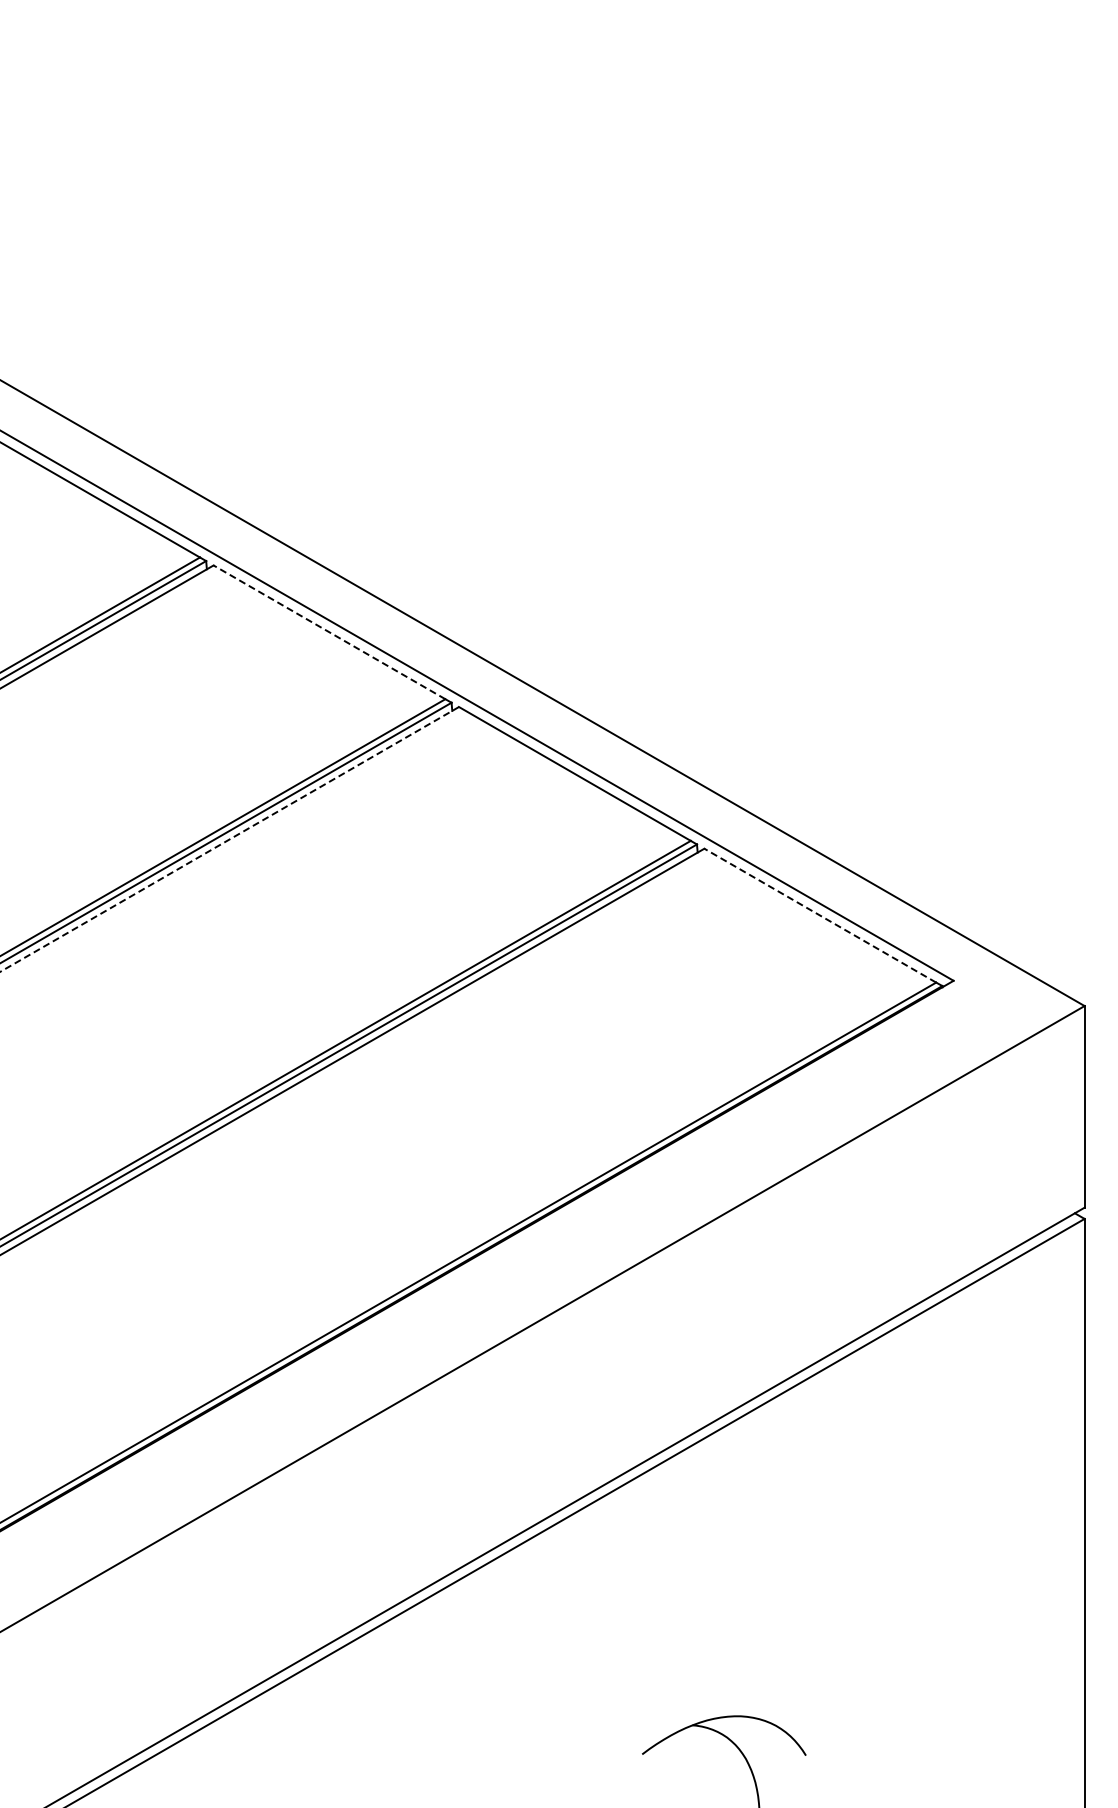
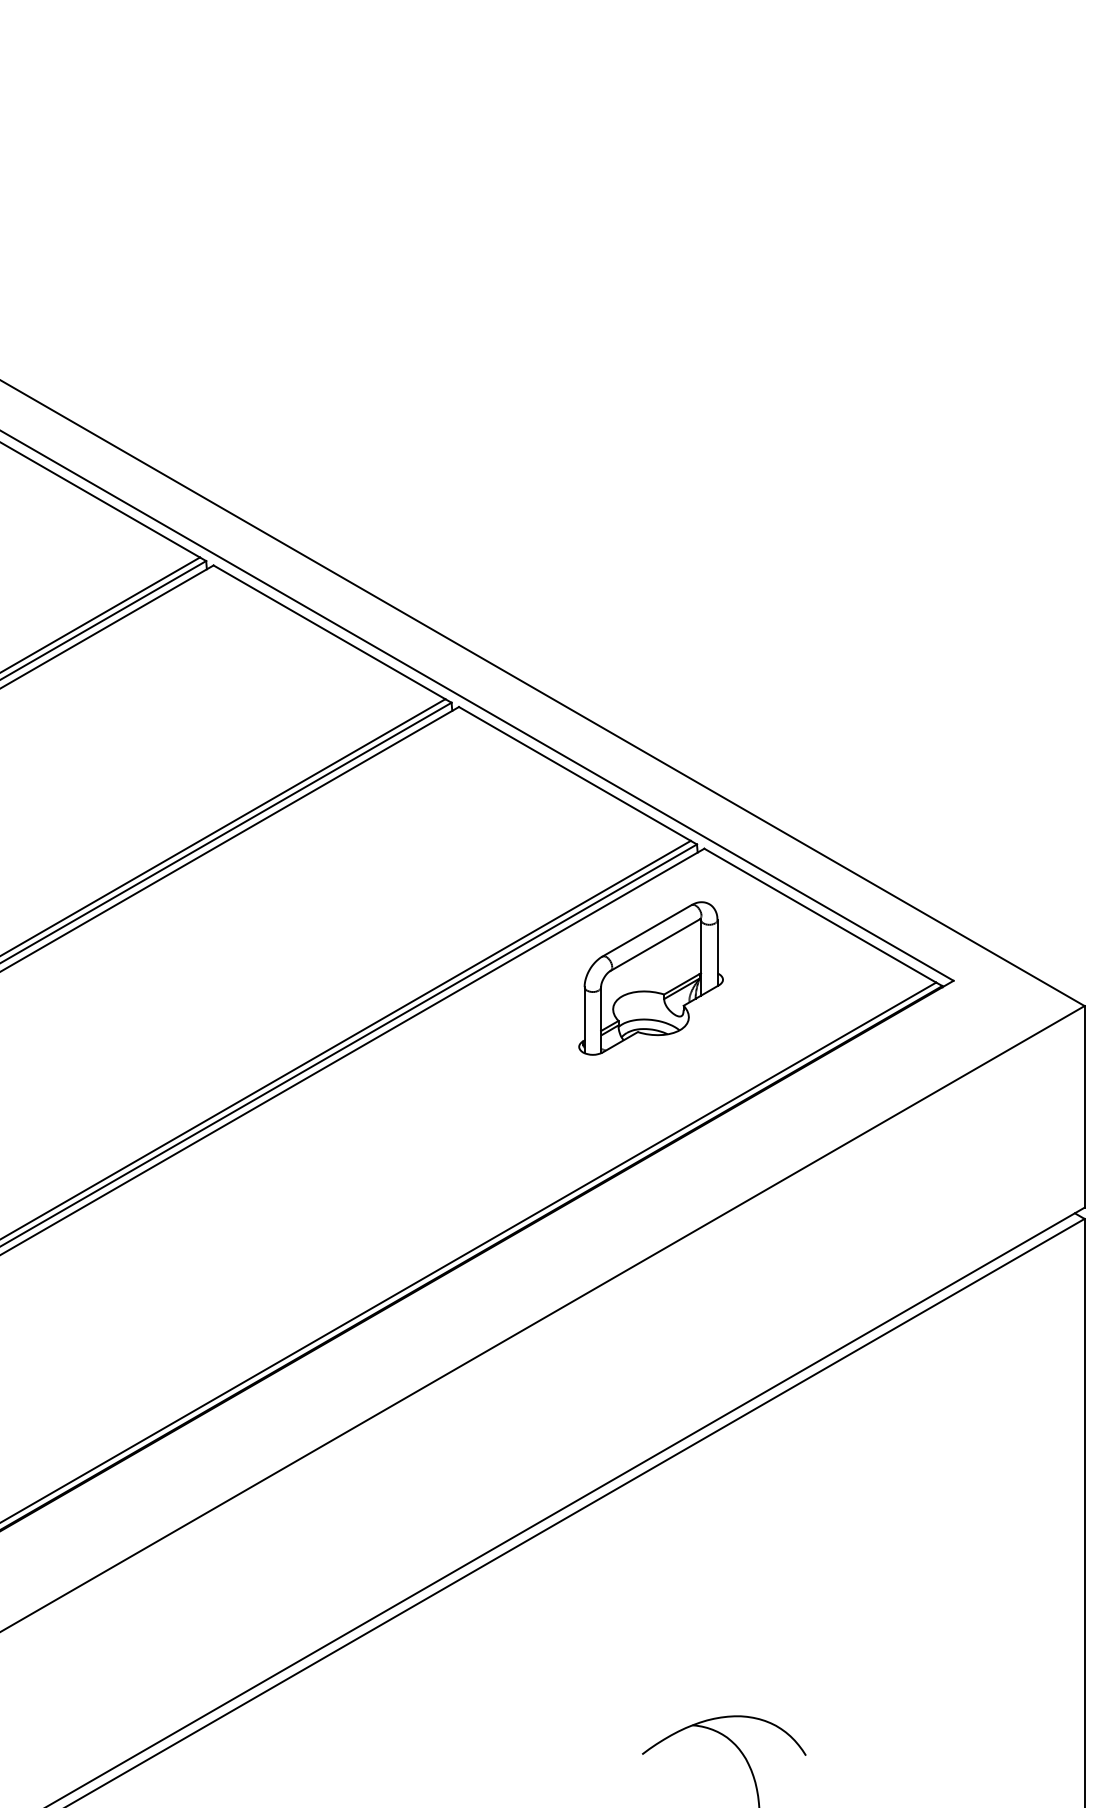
line at (329, 632): dashed -> solid
line at (229, 839): dashed -> solid
line at (820, 915): dashed -> solid
part at (650, 978): none -> present
